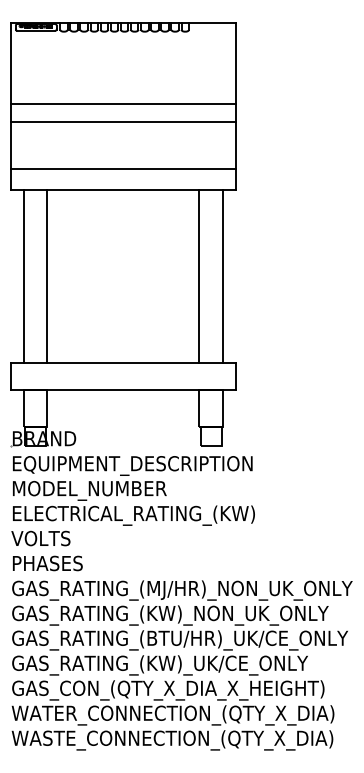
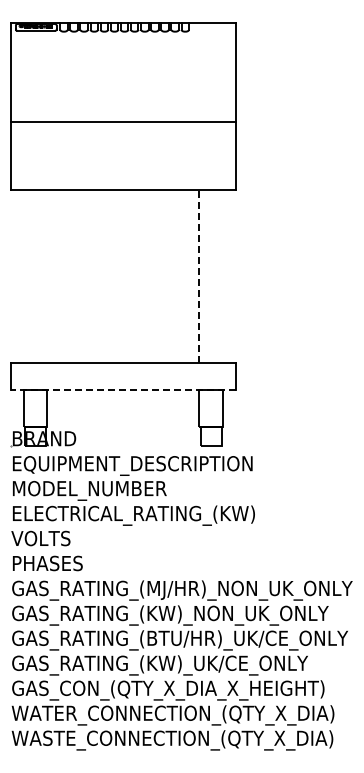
line at (123, 103): present -> none
line at (123, 169): present -> none
line at (23, 275): present -> none
line at (47, 275): present -> none
line at (223, 275): present -> none
line at (199, 276): solid -> dashed
line at (122, 390): solid -> dashed
